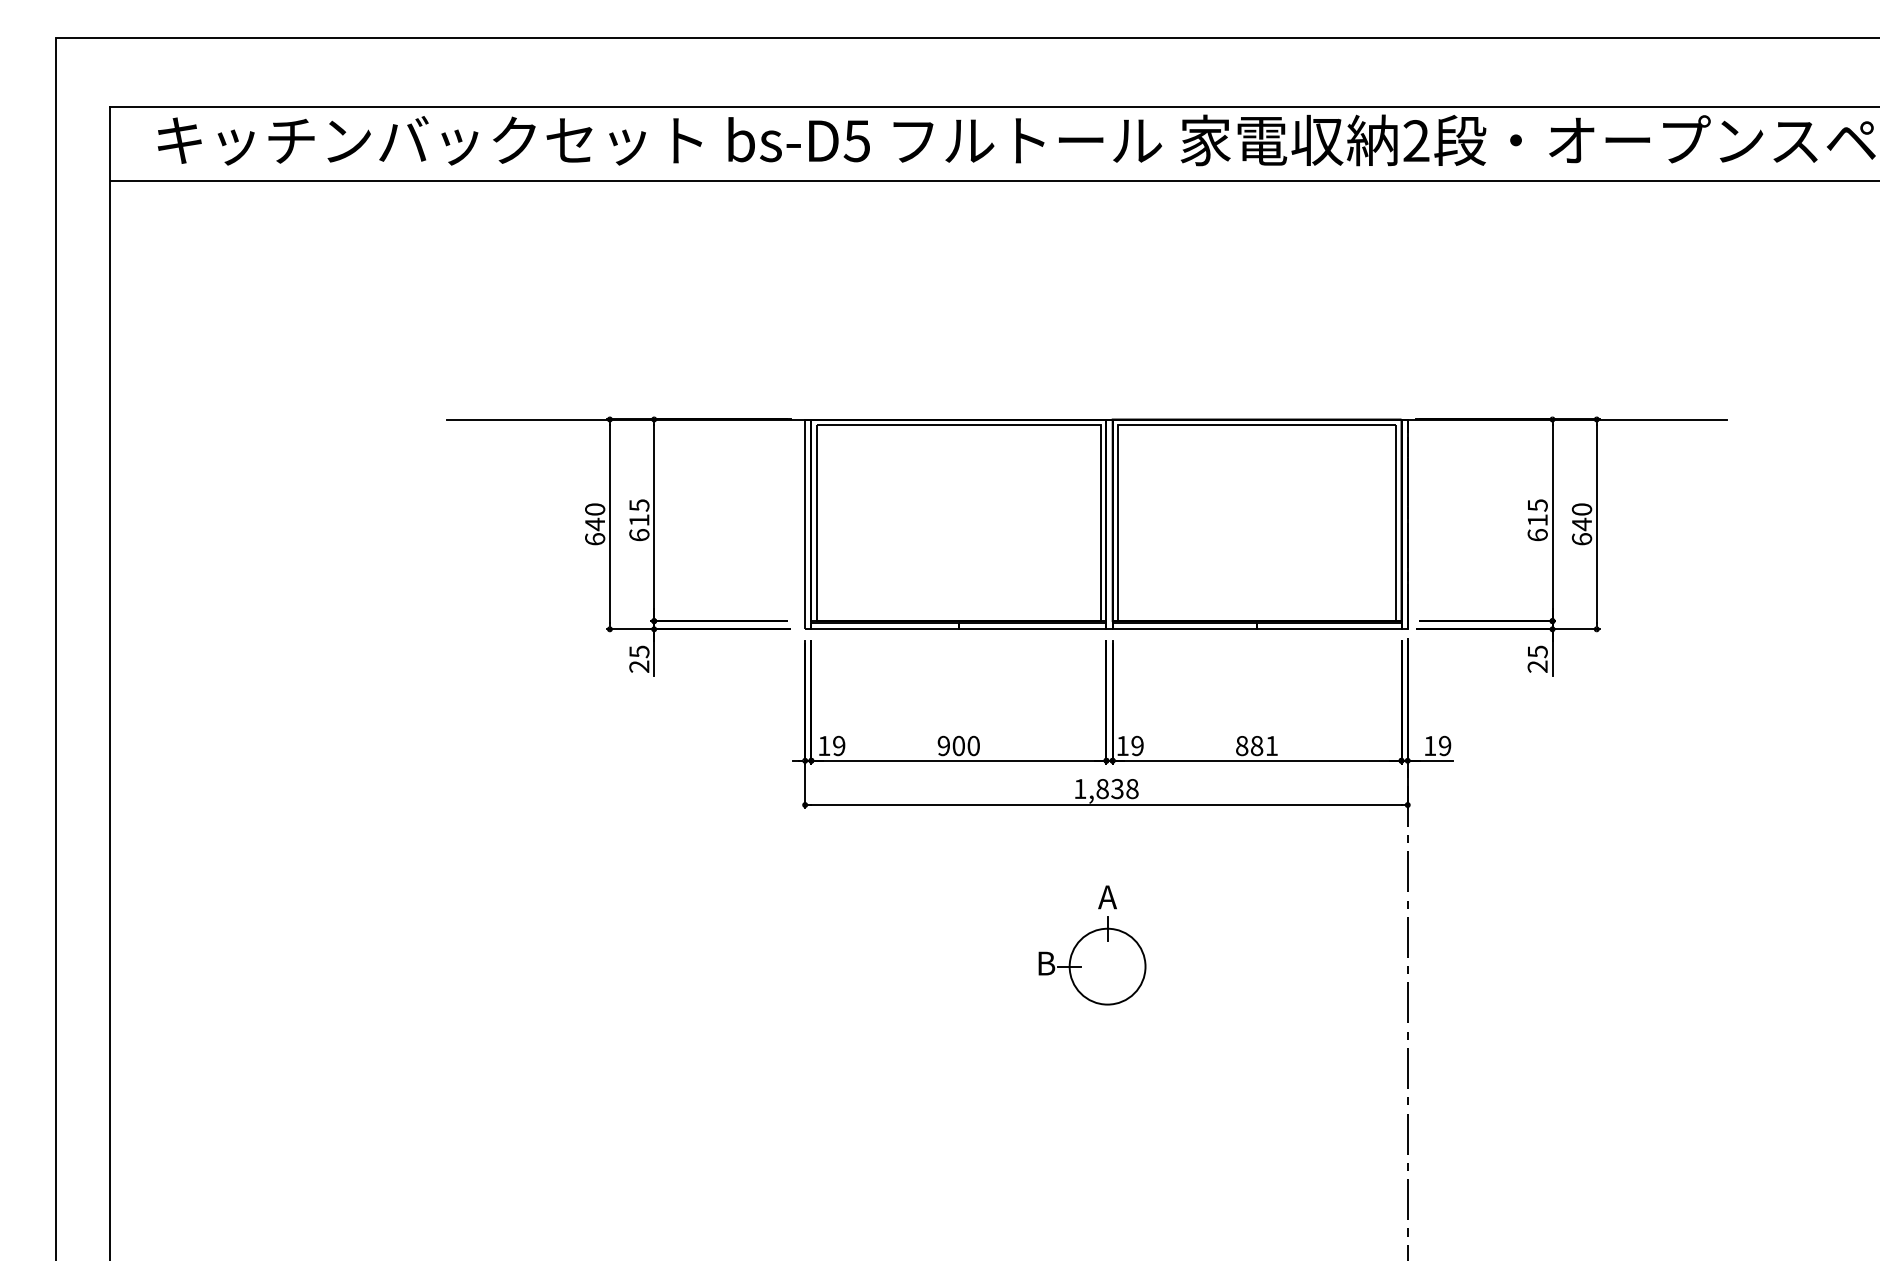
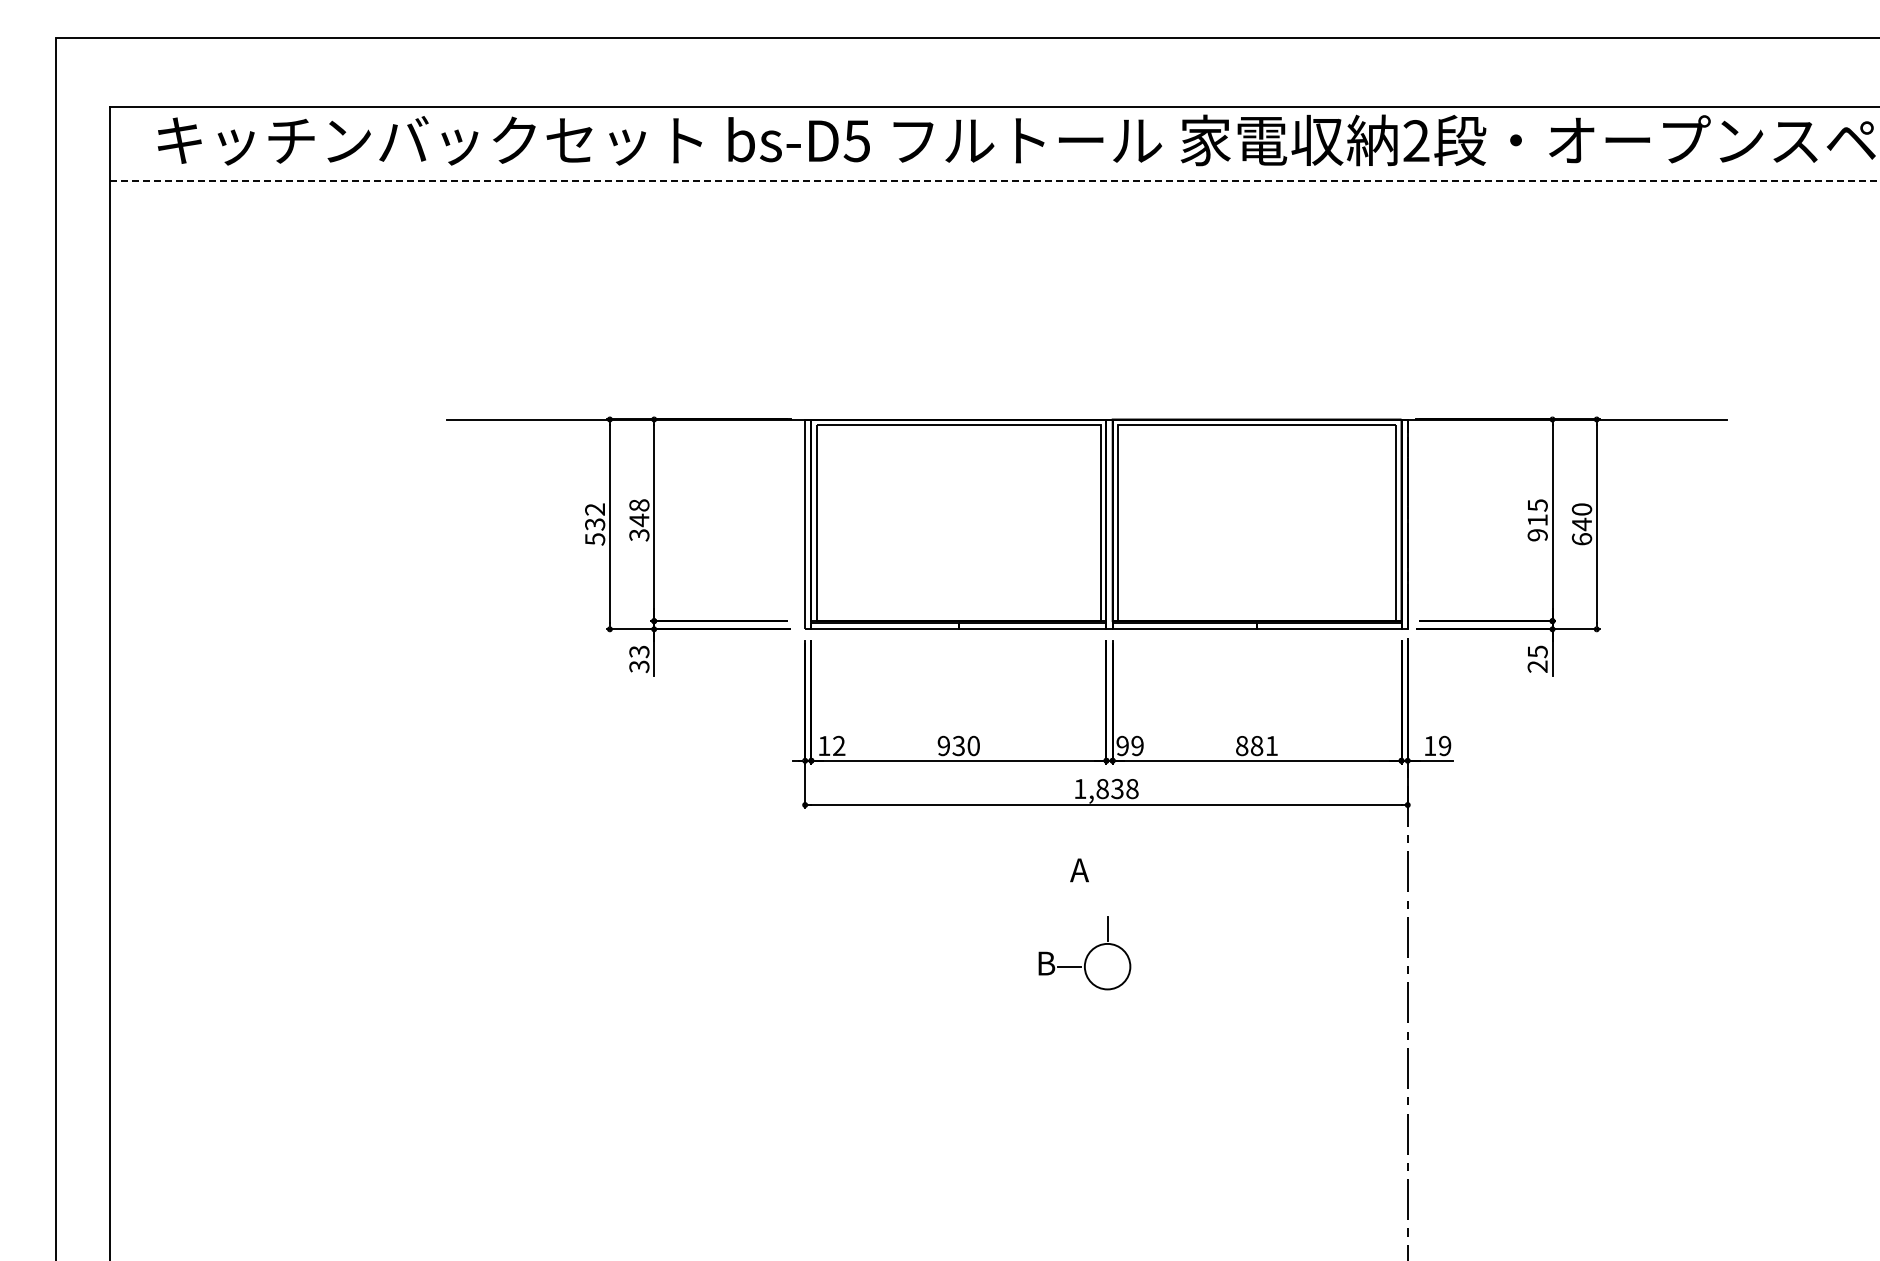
line at (994, 181): solid -> dashed
text at (639, 520): 615 -> 348
text at (595, 524): 640 -> 532
text at (1537, 535): 615 -> 915
text at (639, 659): 25 -> 33
text at (958, 745): 900 -> 930
text at (1122, 745): 19 -> 99
text at (839, 746): 19 -> 12
text at (1107, 897) position: (1107, 897) -> (1079, 870)
circle at (1107, 966) diameter: 76 px -> 46 px
